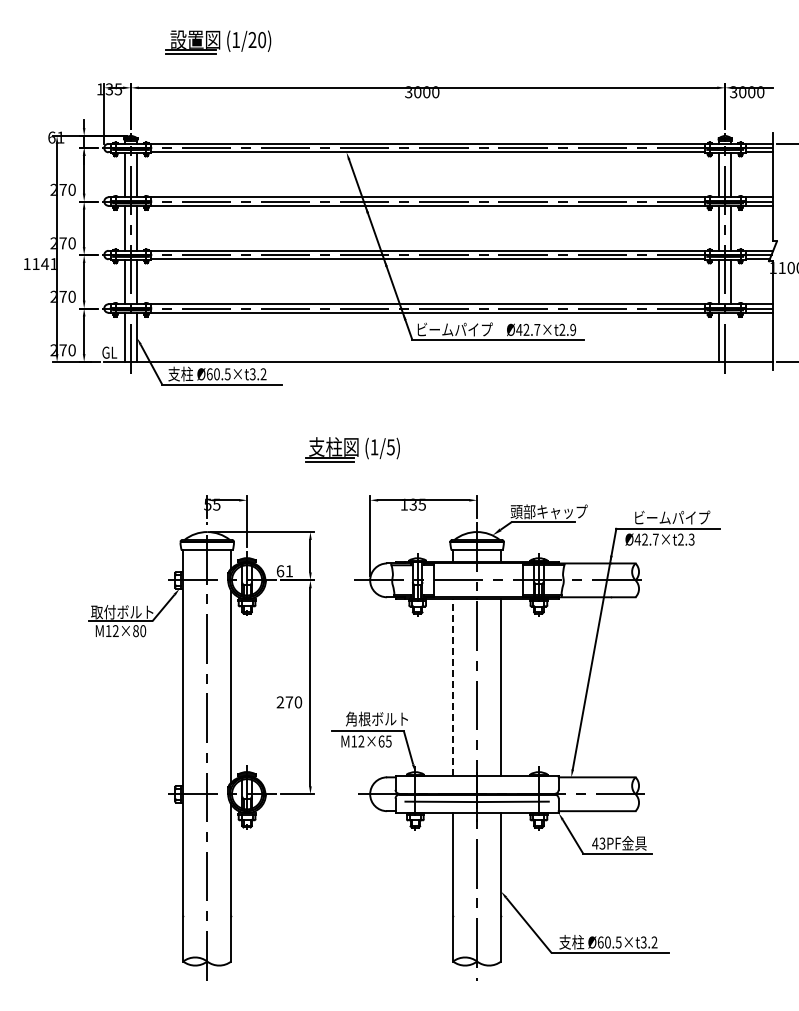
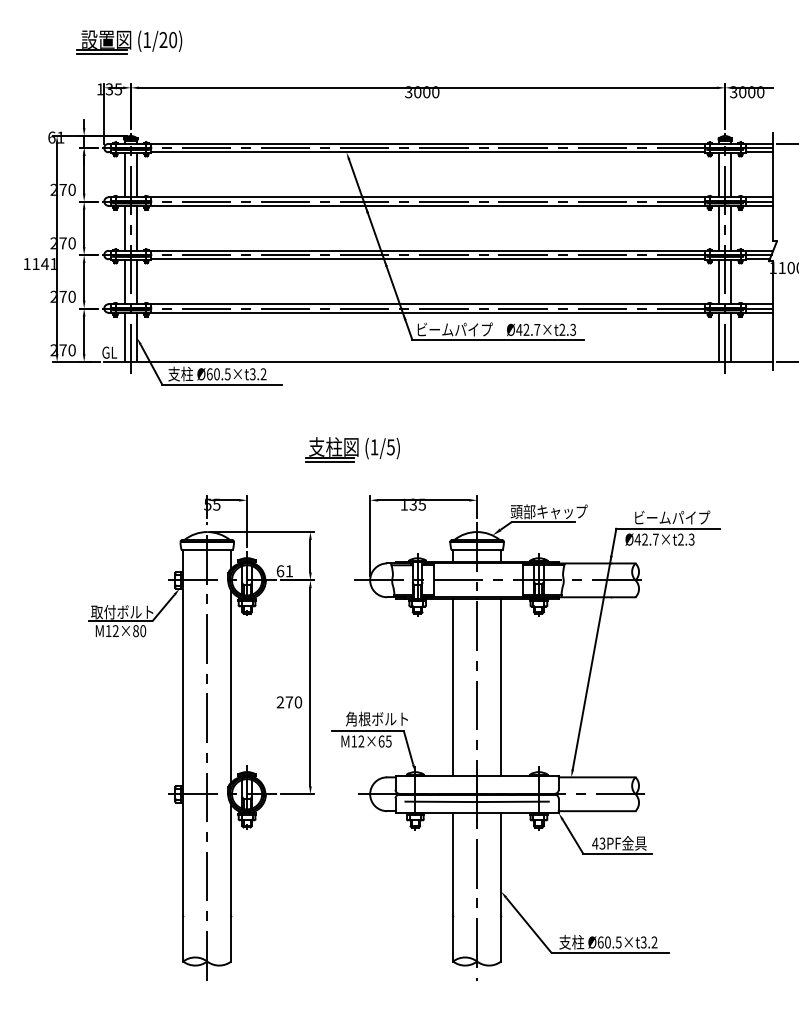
part at (218, 42) position: (218, 42) -> (129, 42)
text at (573, 329): Ø42.7×t2.9 -> Ø42.7×t2.3
line at (731, 337): none -> present
line at (453, 687): dashed -> solid
